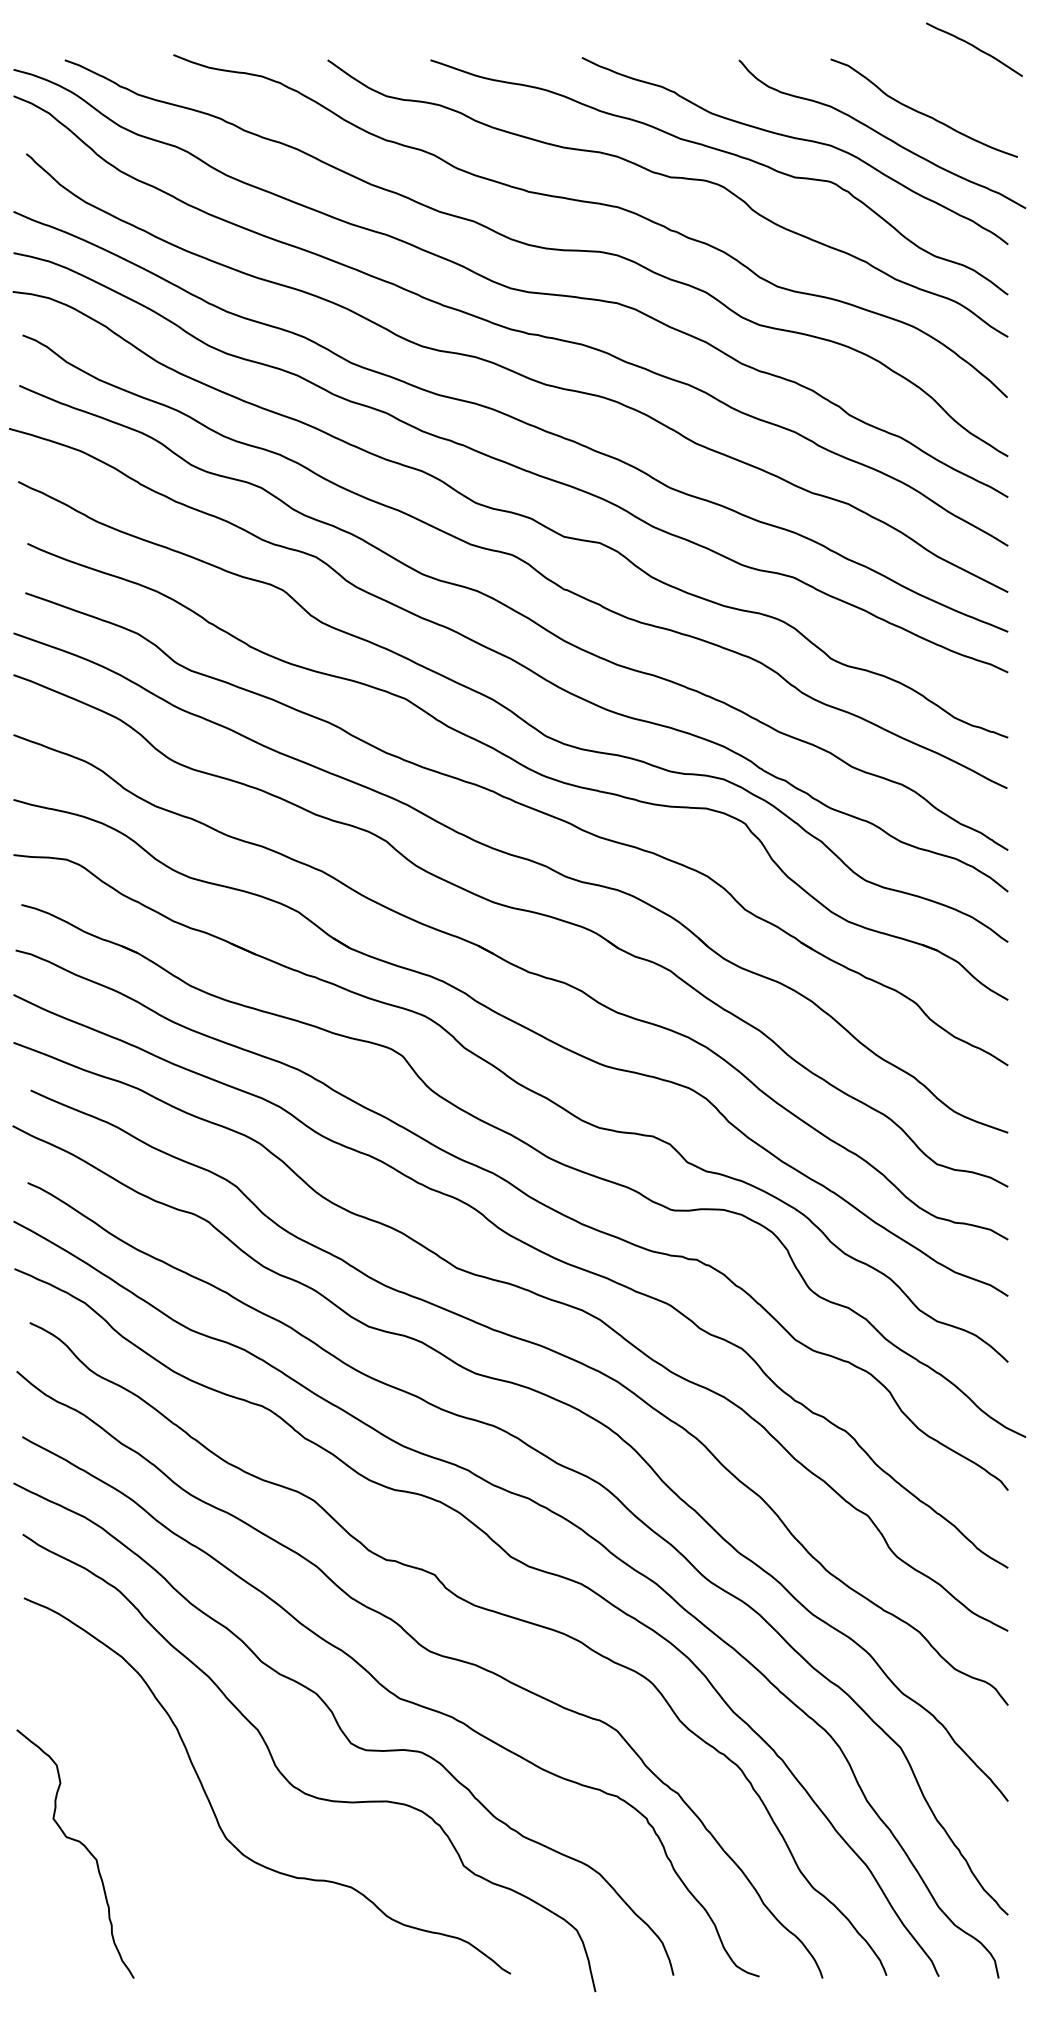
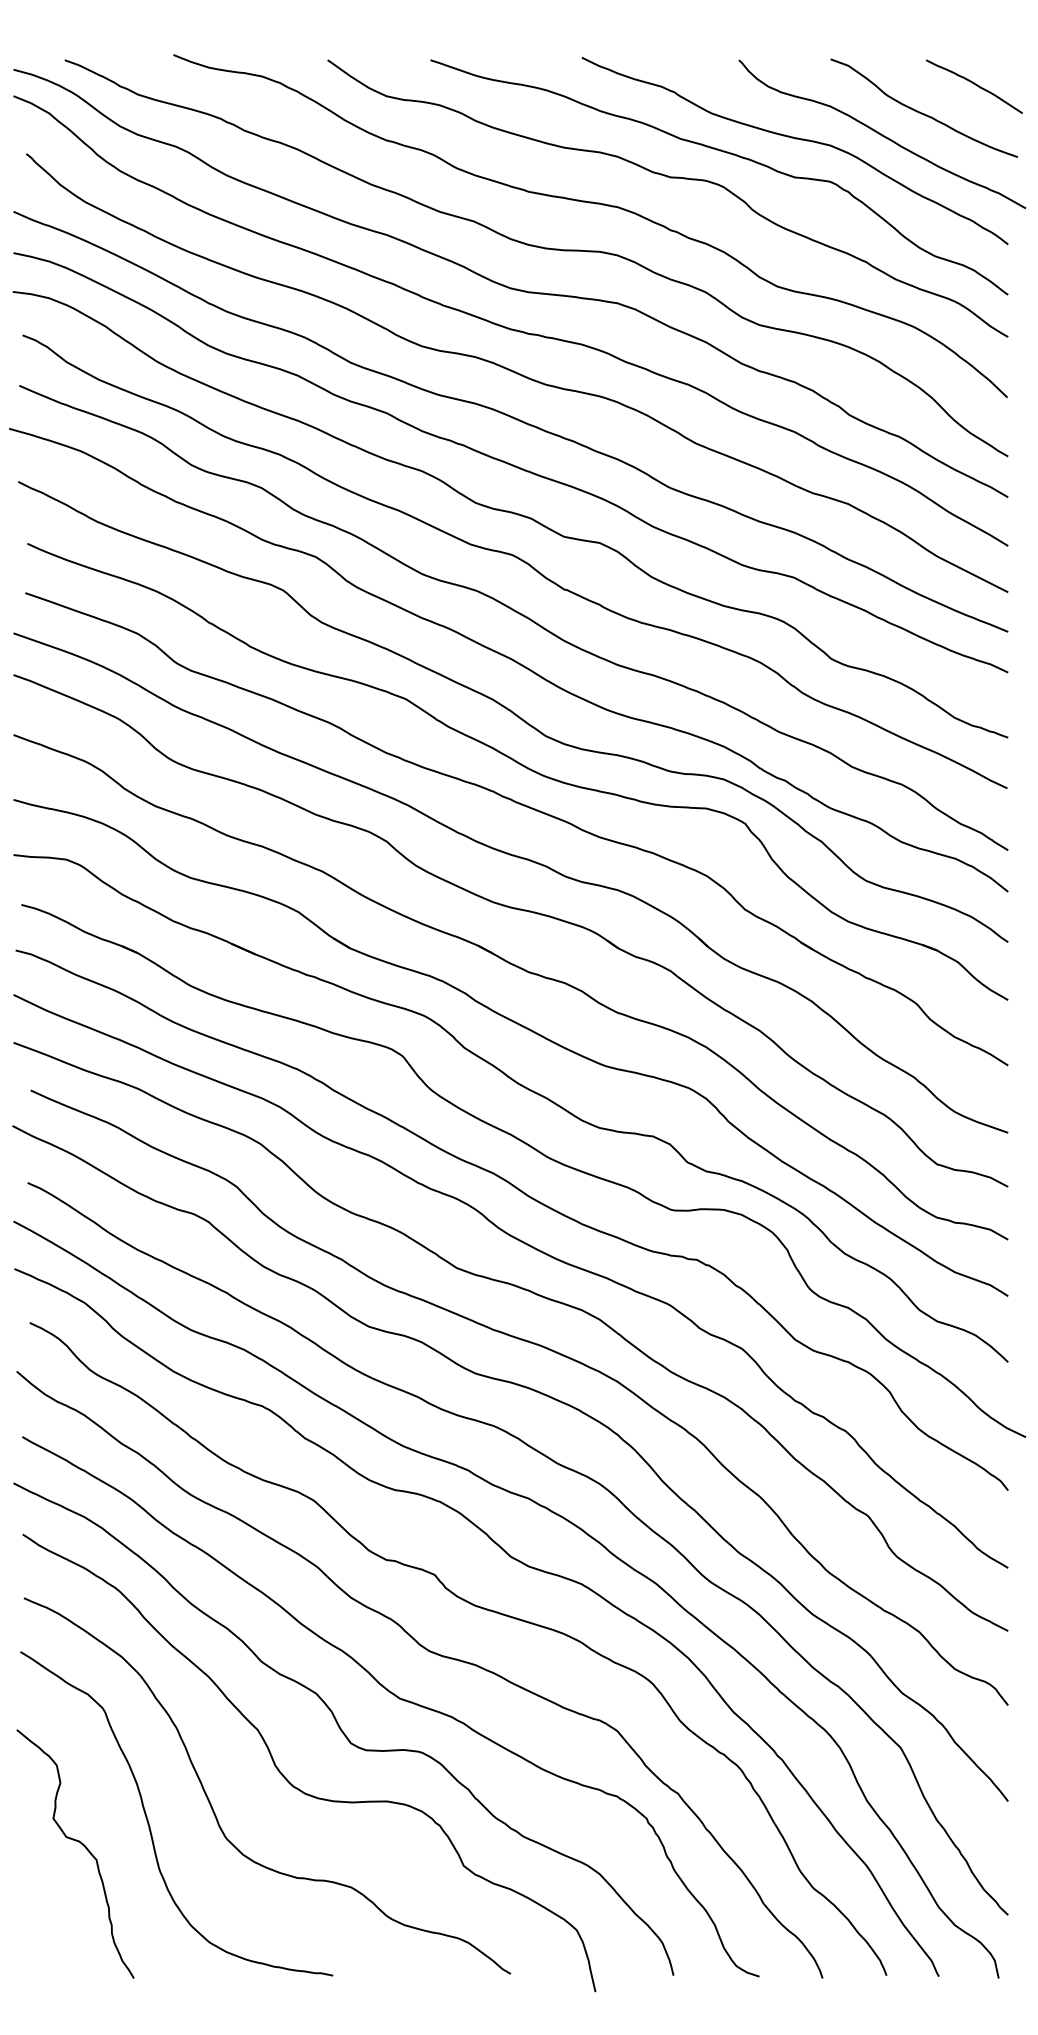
curve at (975, 48) position: (975, 48) -> (975, 85)
curve at (149, 1822): none -> present
